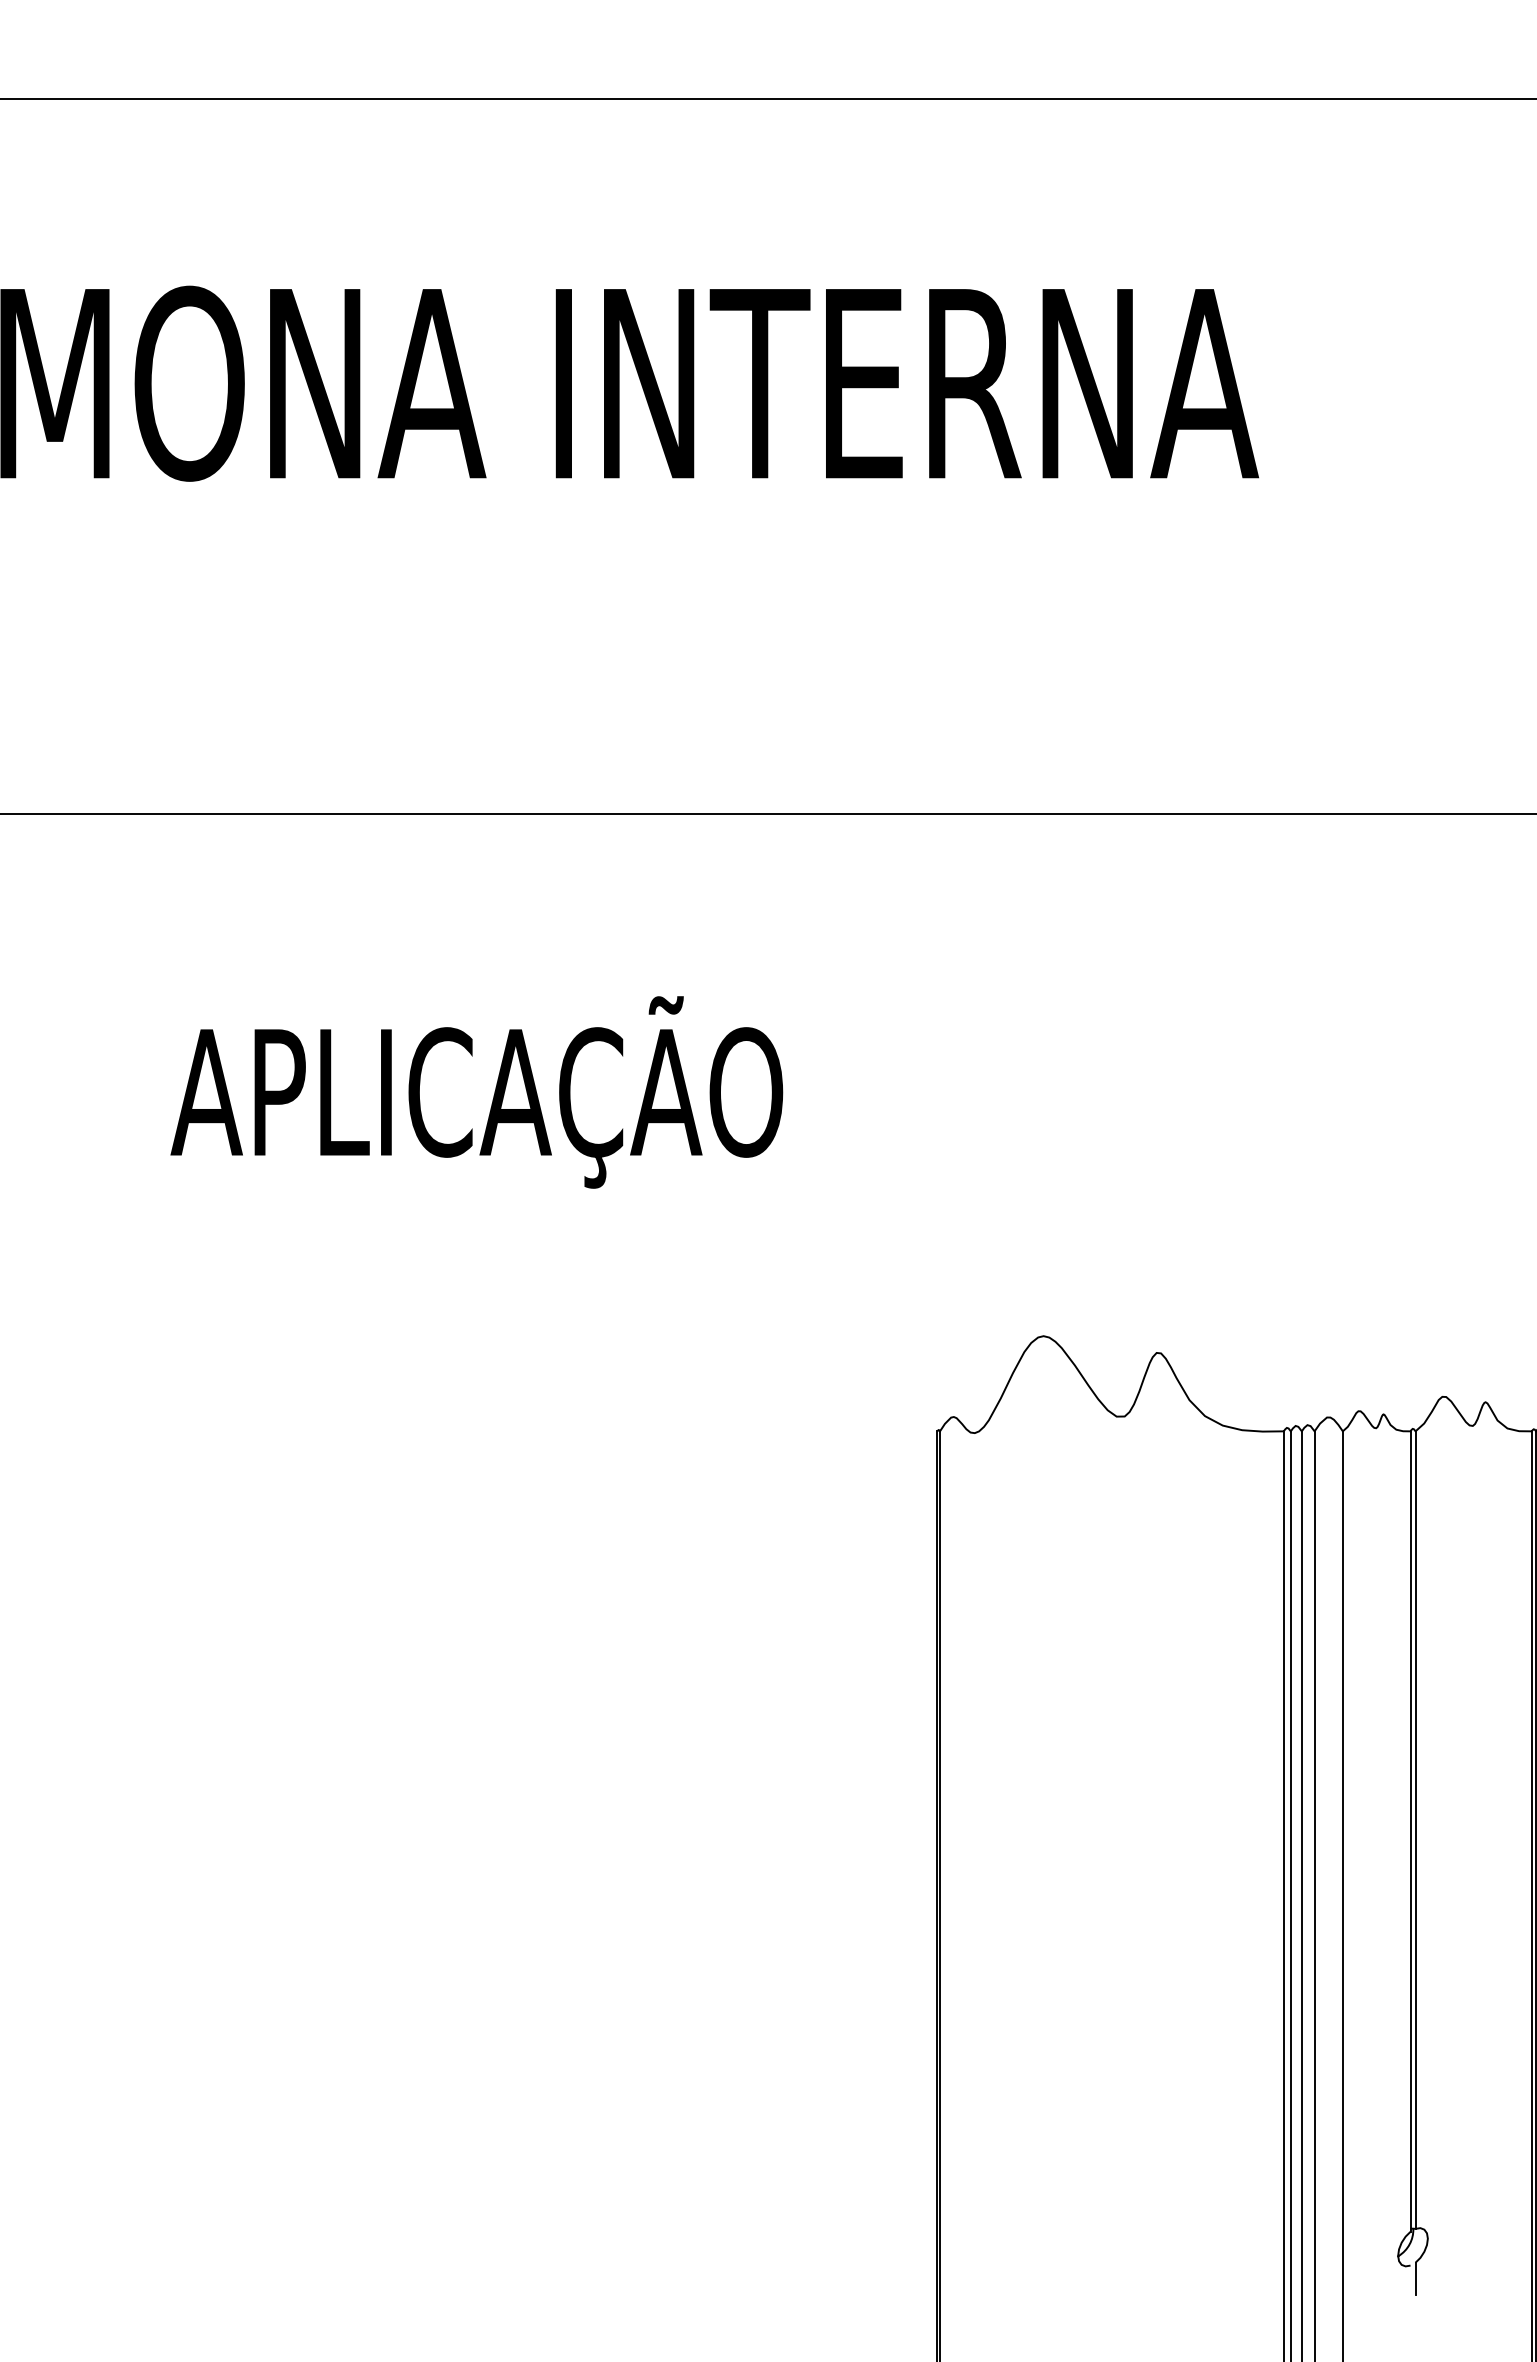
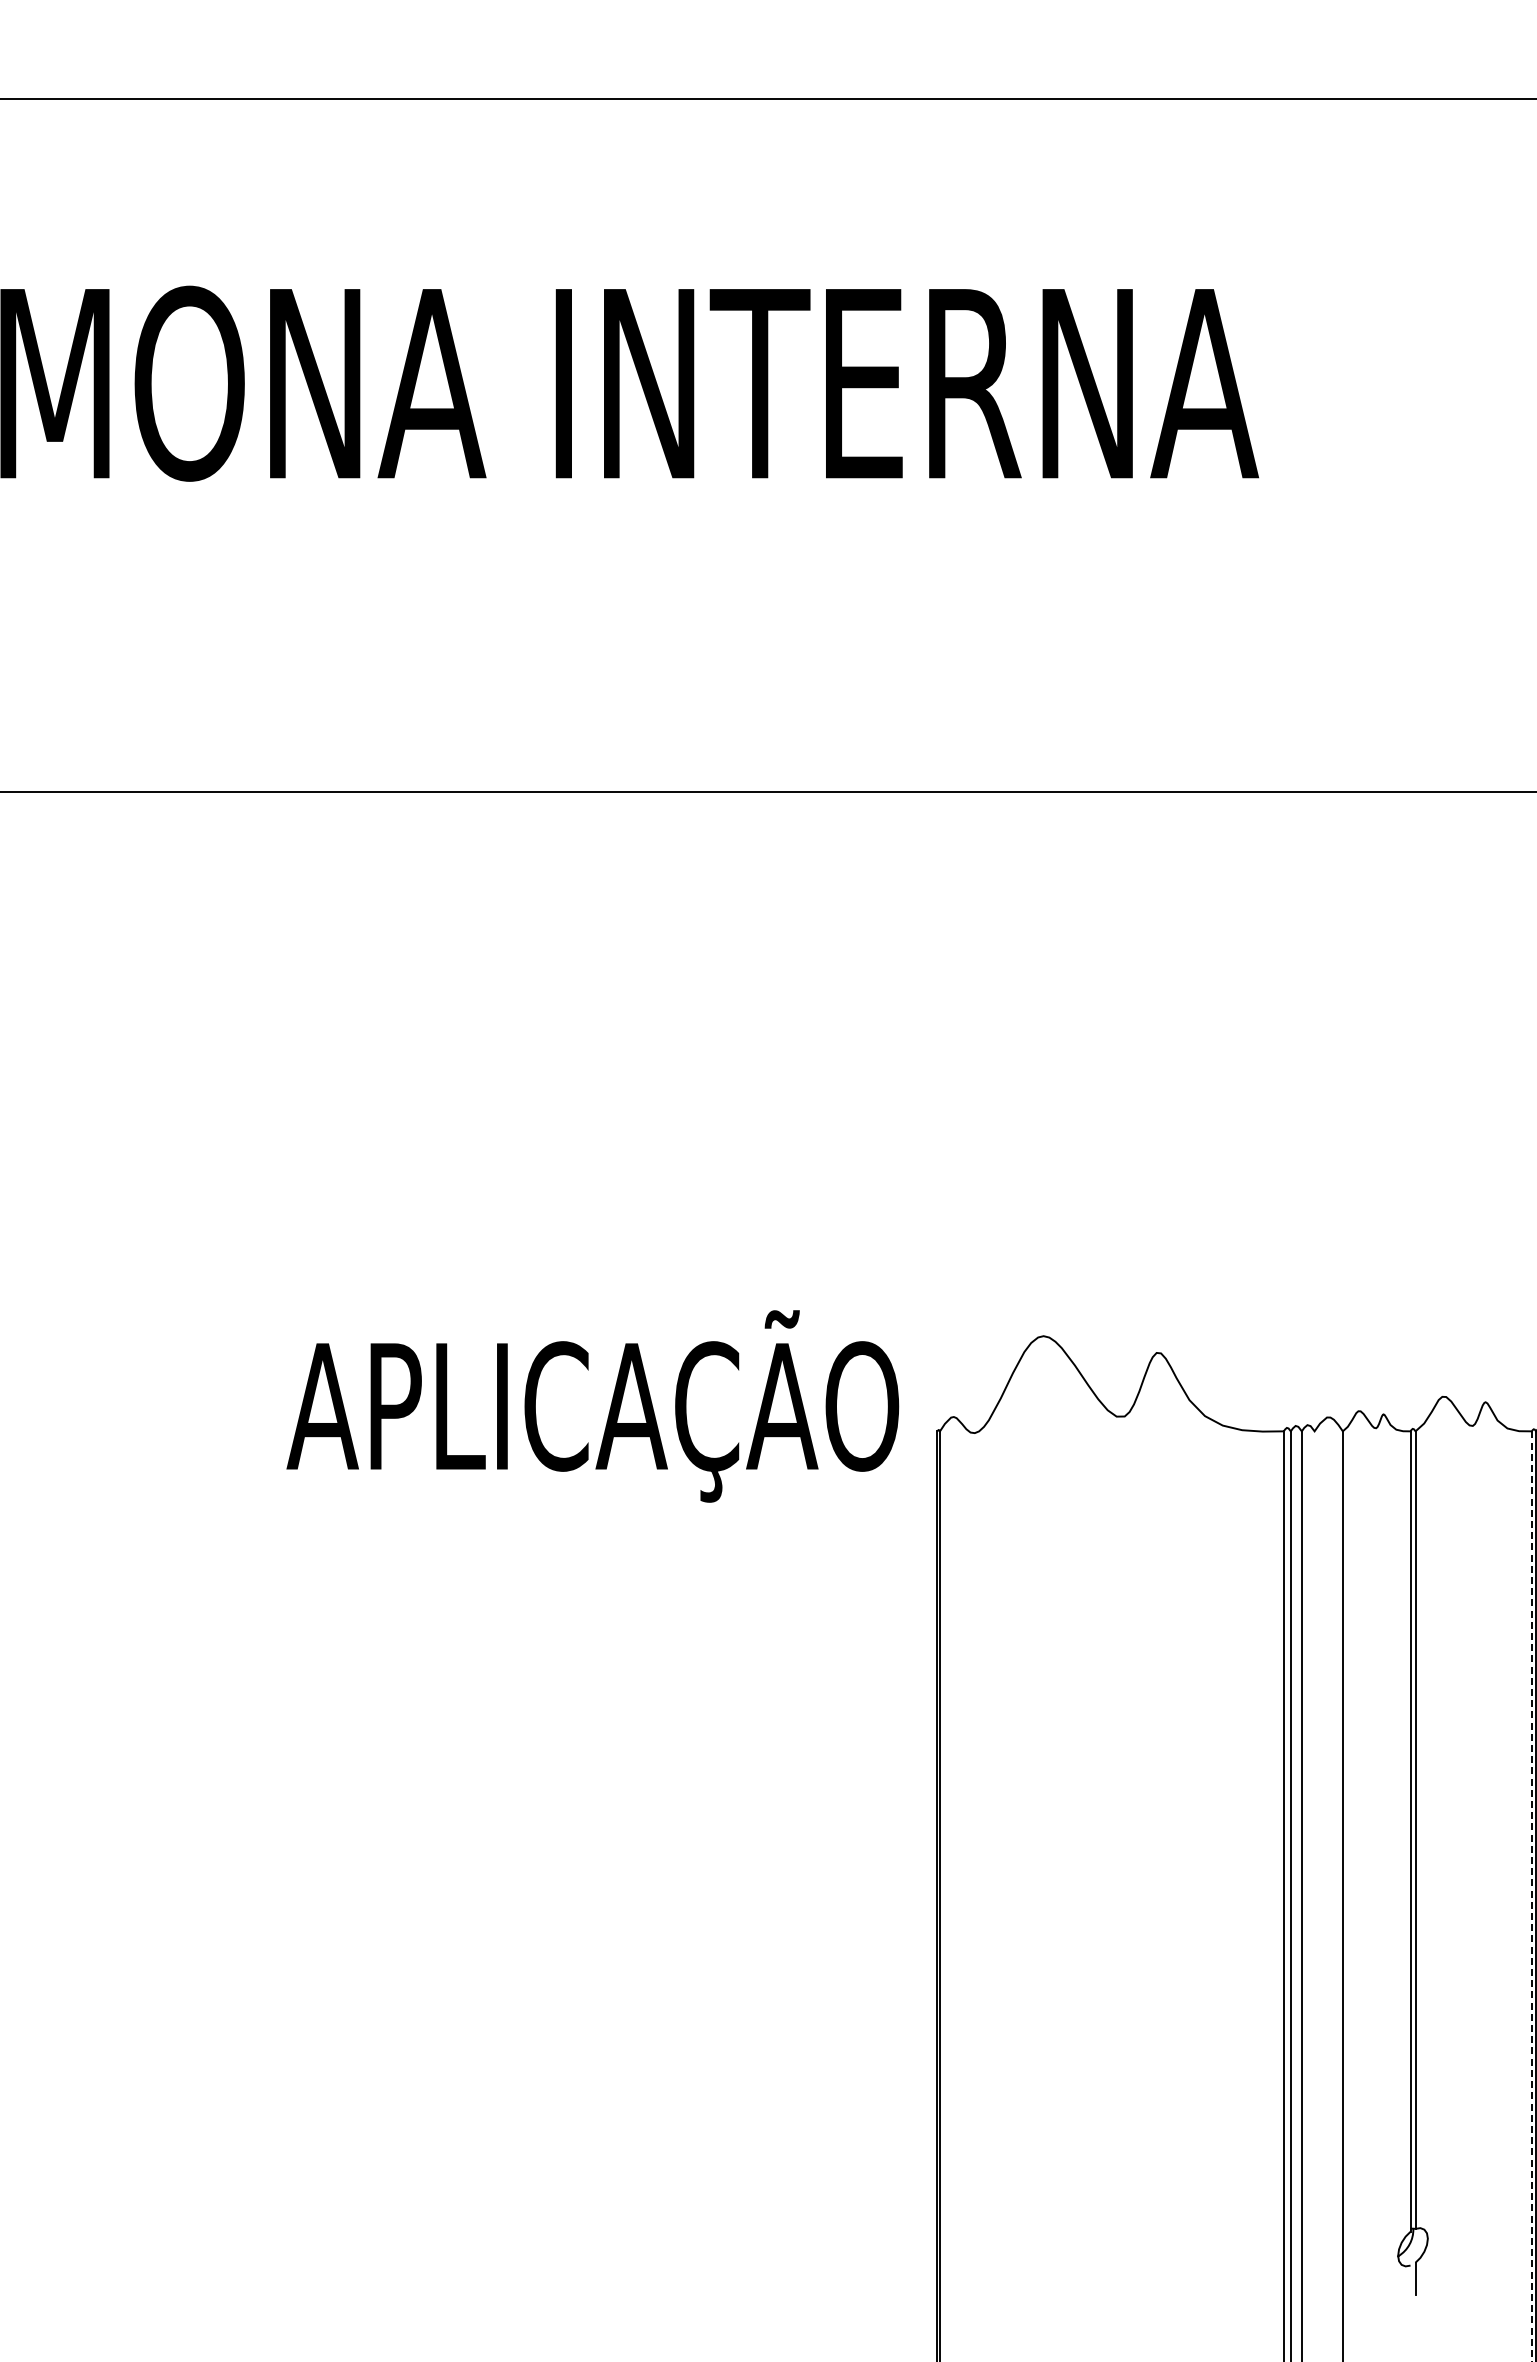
line at (767, 813) position: (767, 813) -> (767, 791)
text at (476, 1092) position: (476, 1092) -> (592, 1406)
line at (1314, 1894): present -> none
line at (1531, 1896): solid -> dashed
